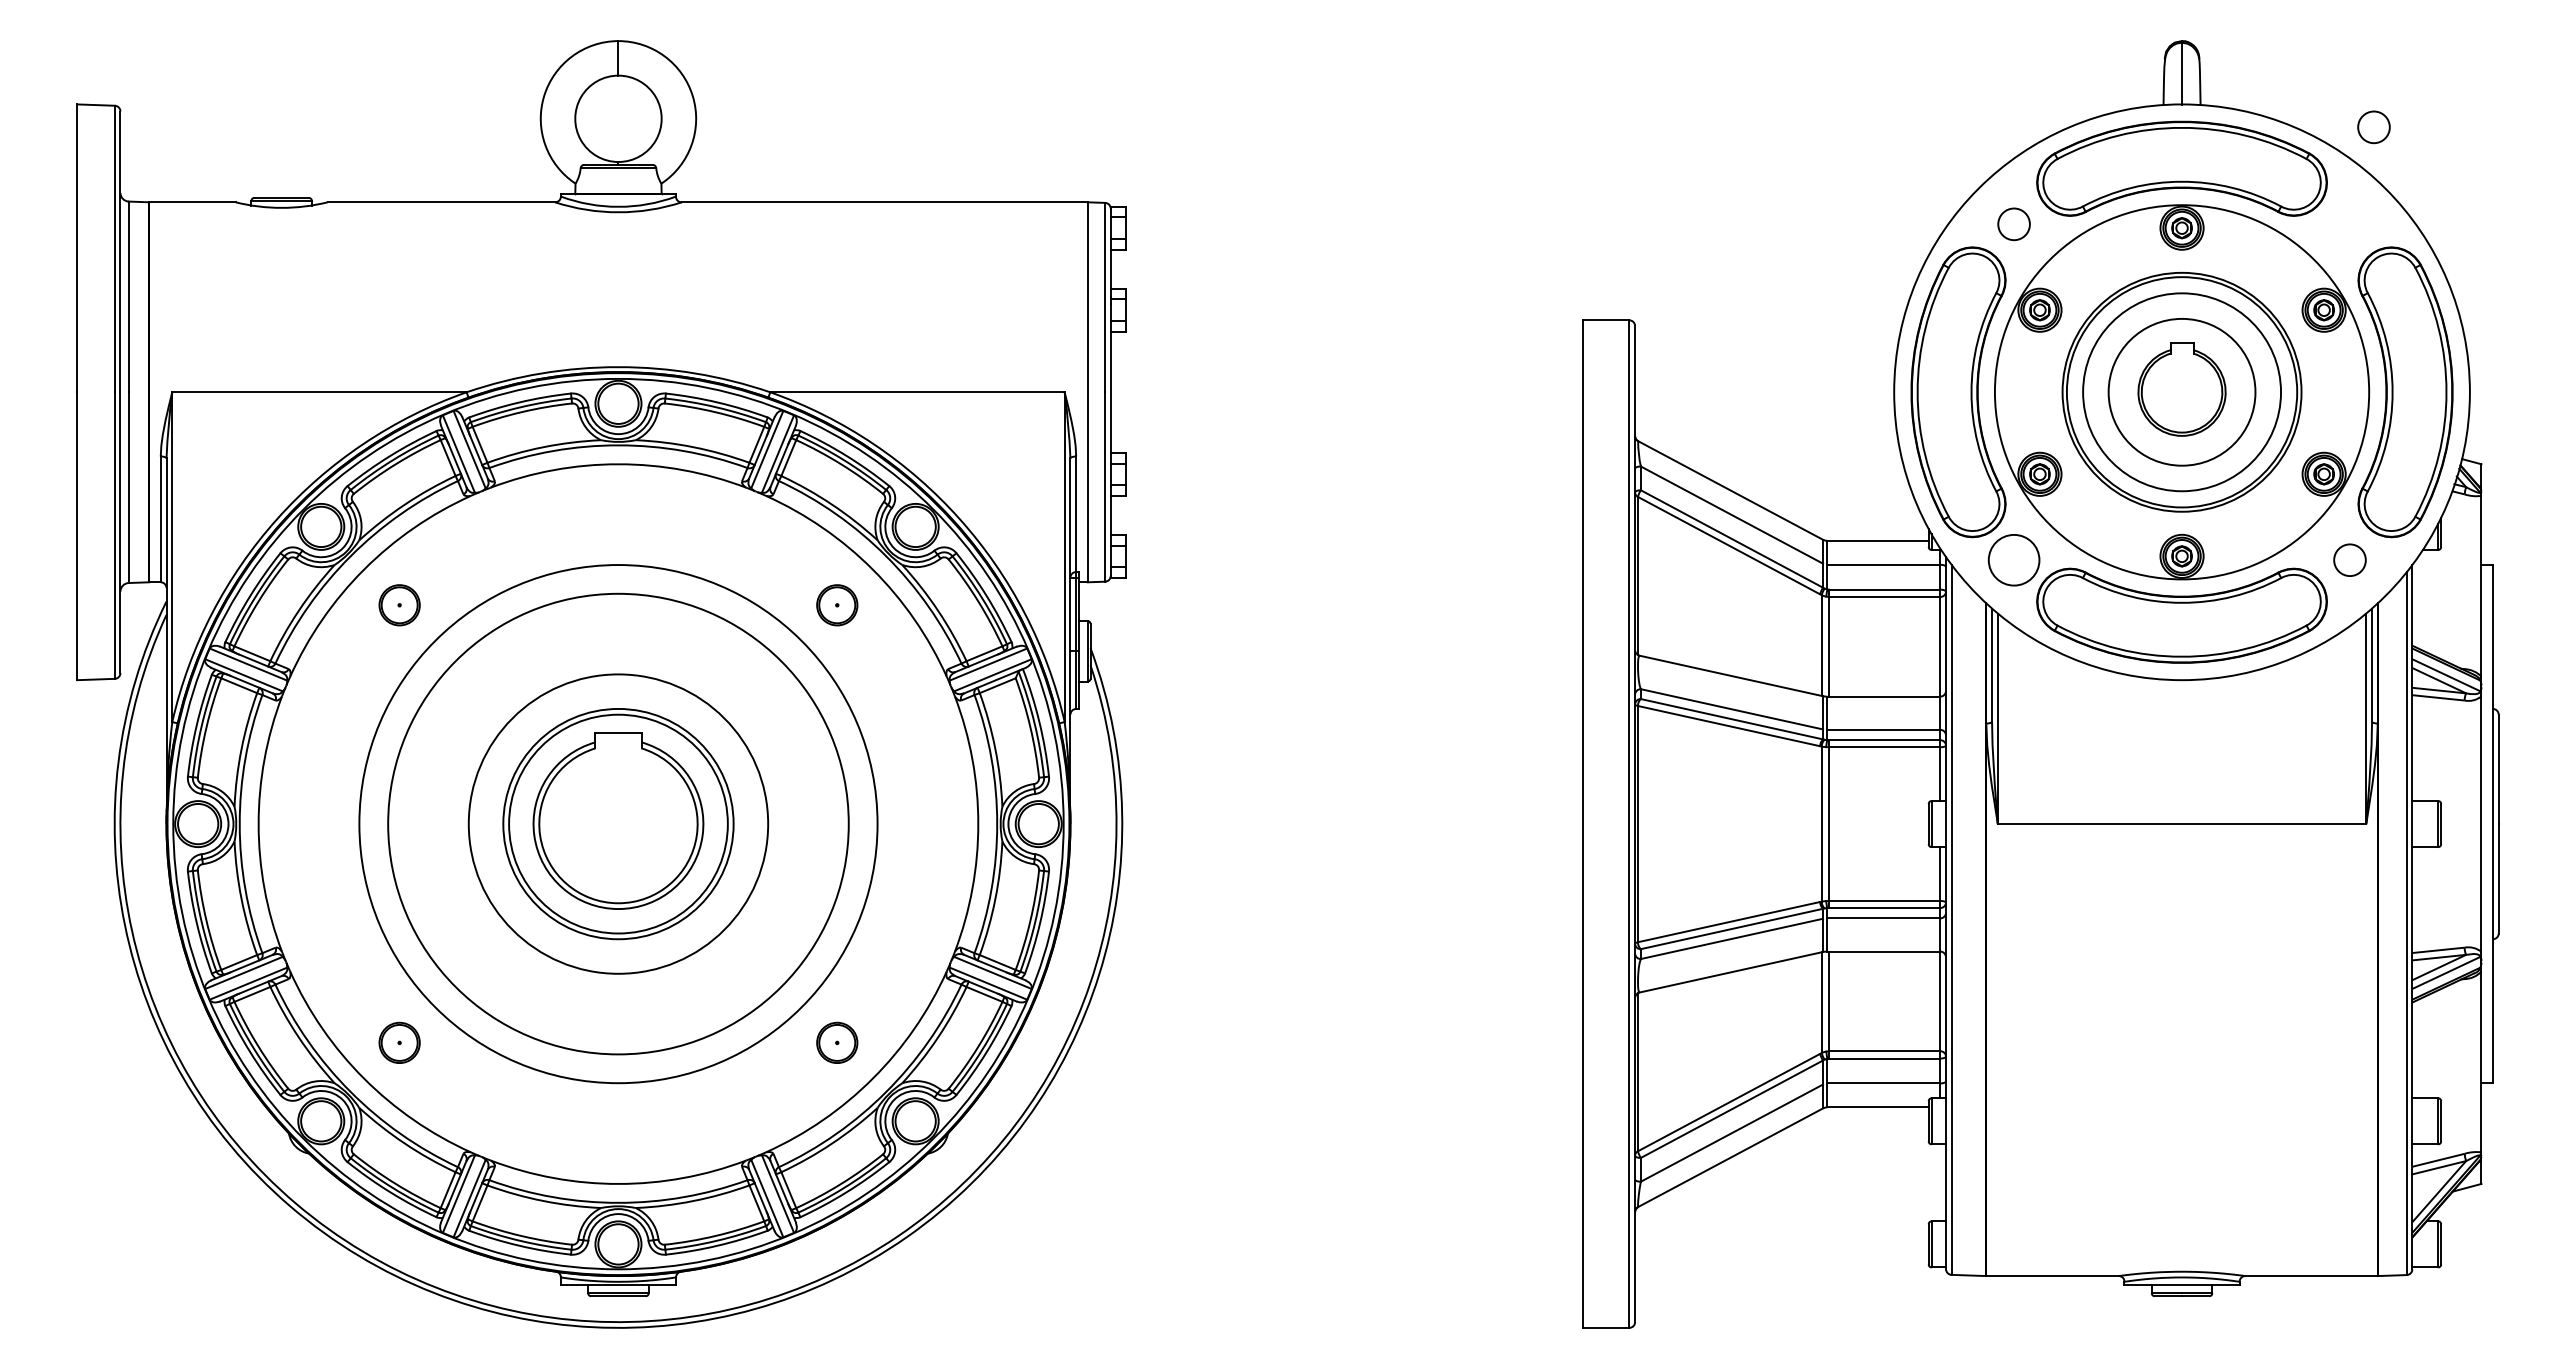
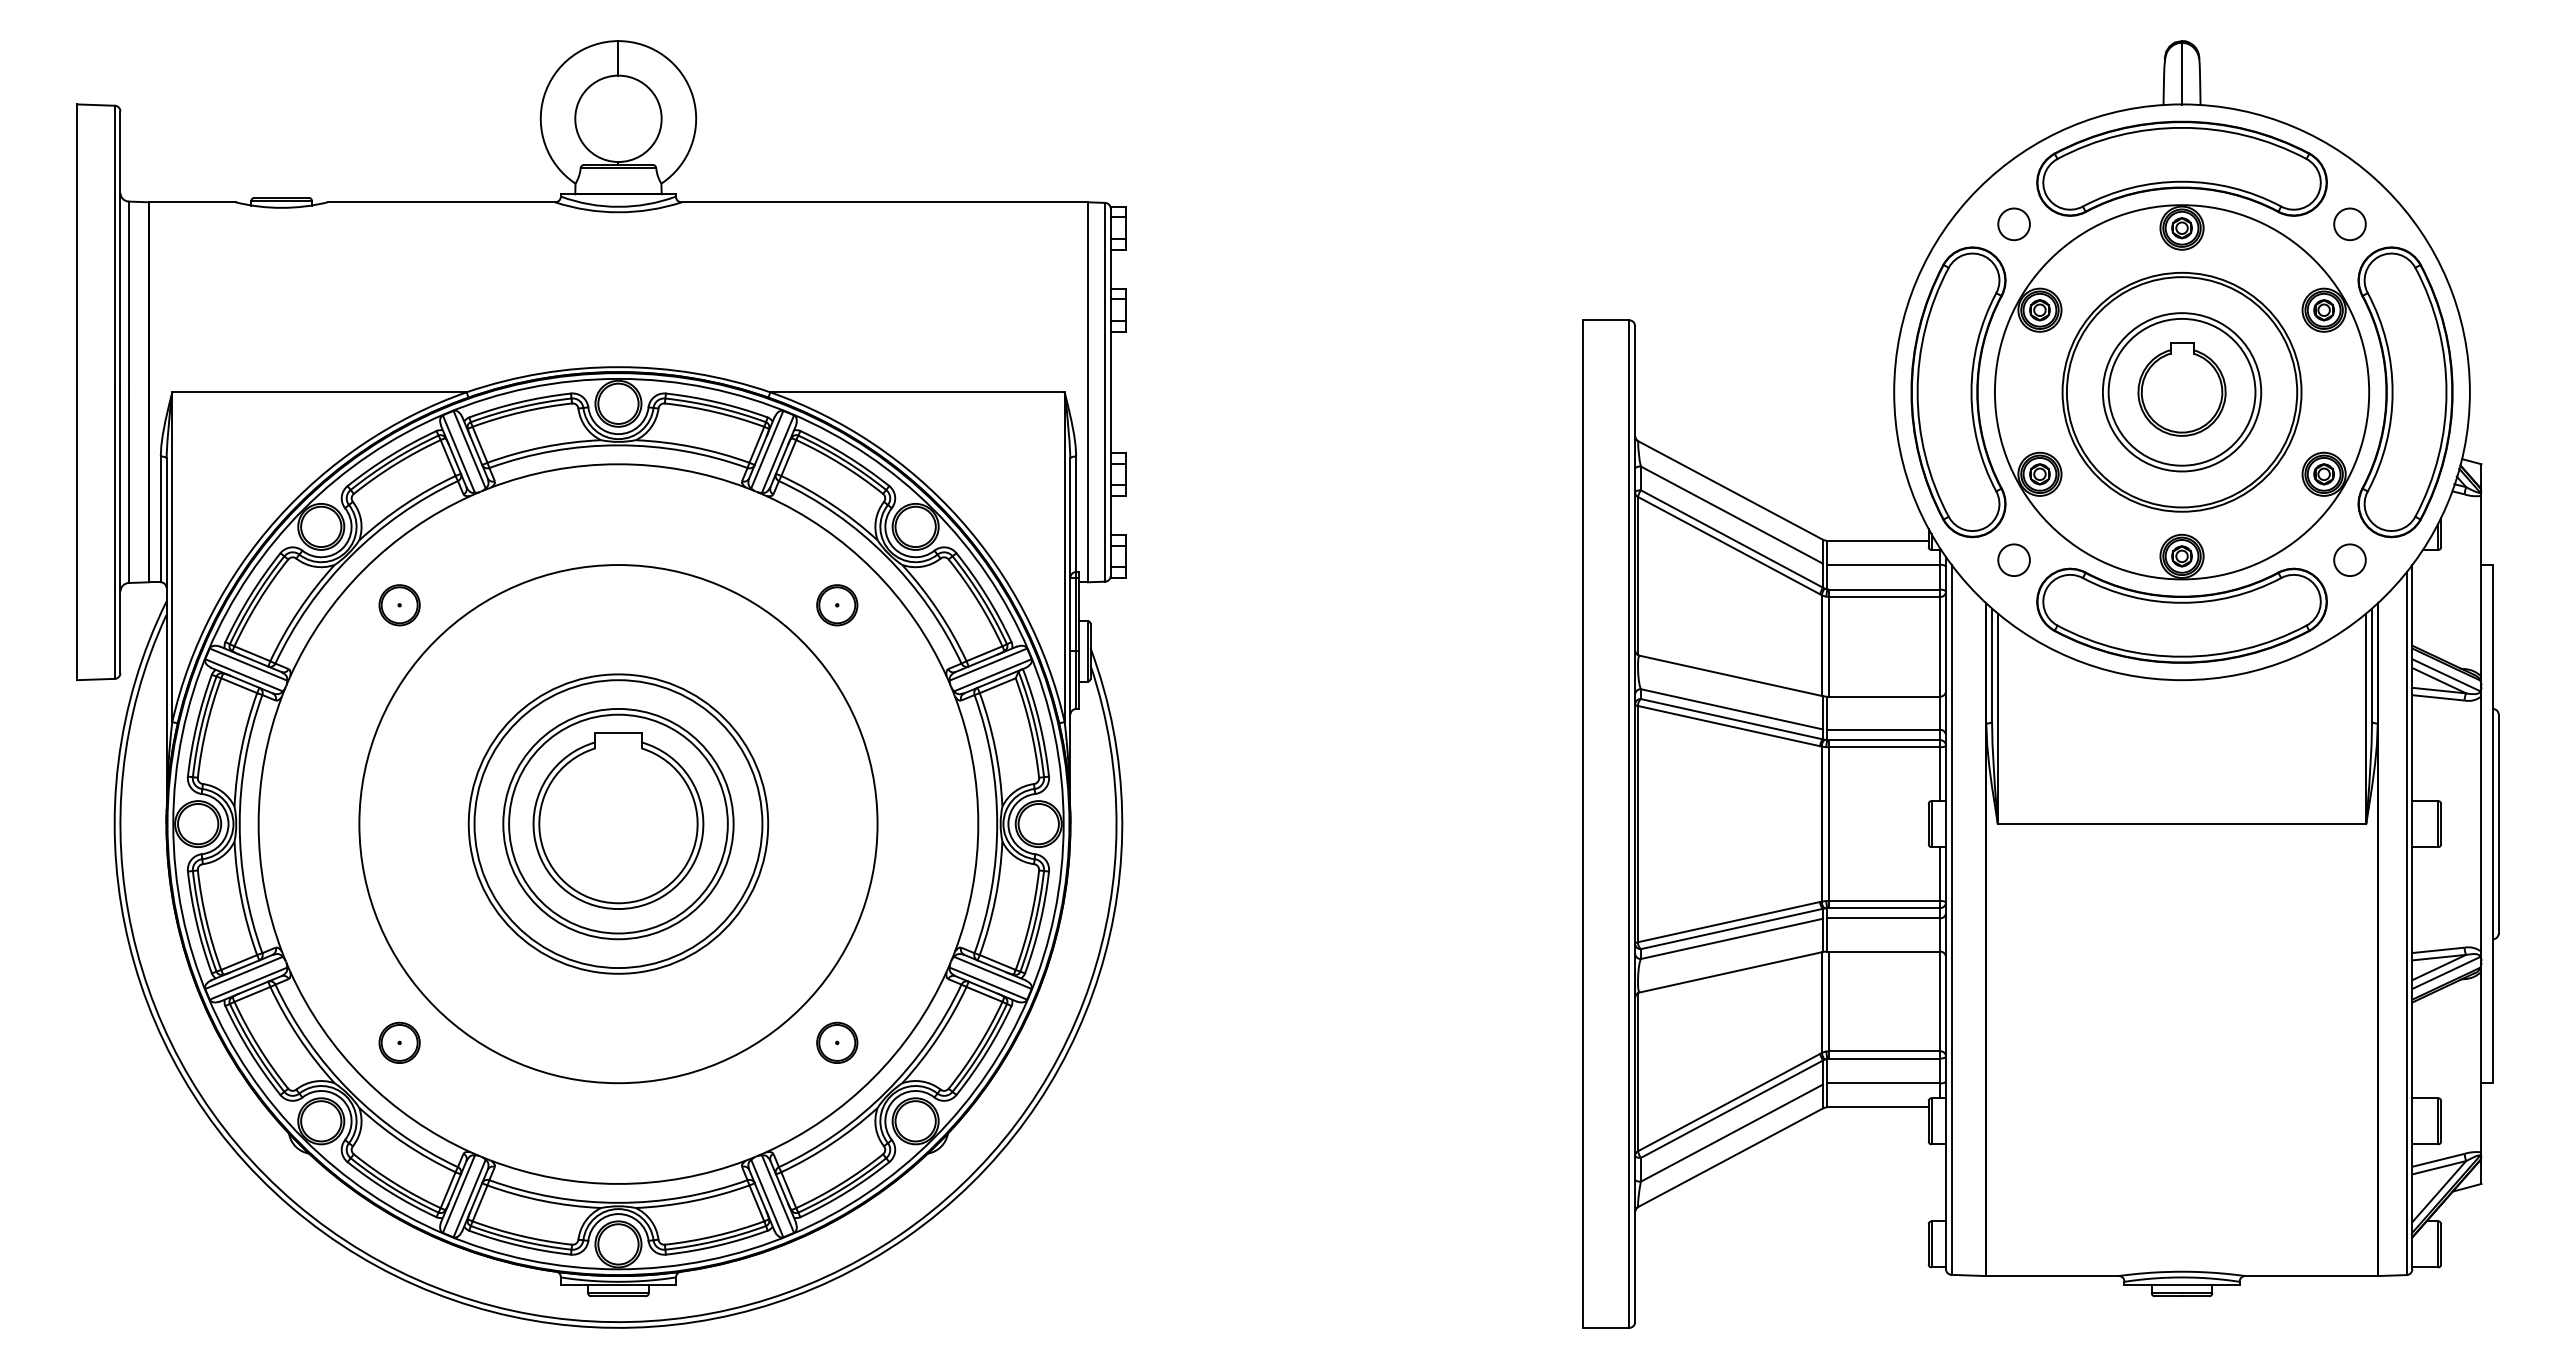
circle at (2373, 127) position: (2373, 127) -> (2349, 224)
circle at (2182, 392) diameter: 198 px -> 158 px
circle at (2013, 559) diameter: 51 px -> 32 px
circle at (618, 823) diameter: 461 px -> 288 px
